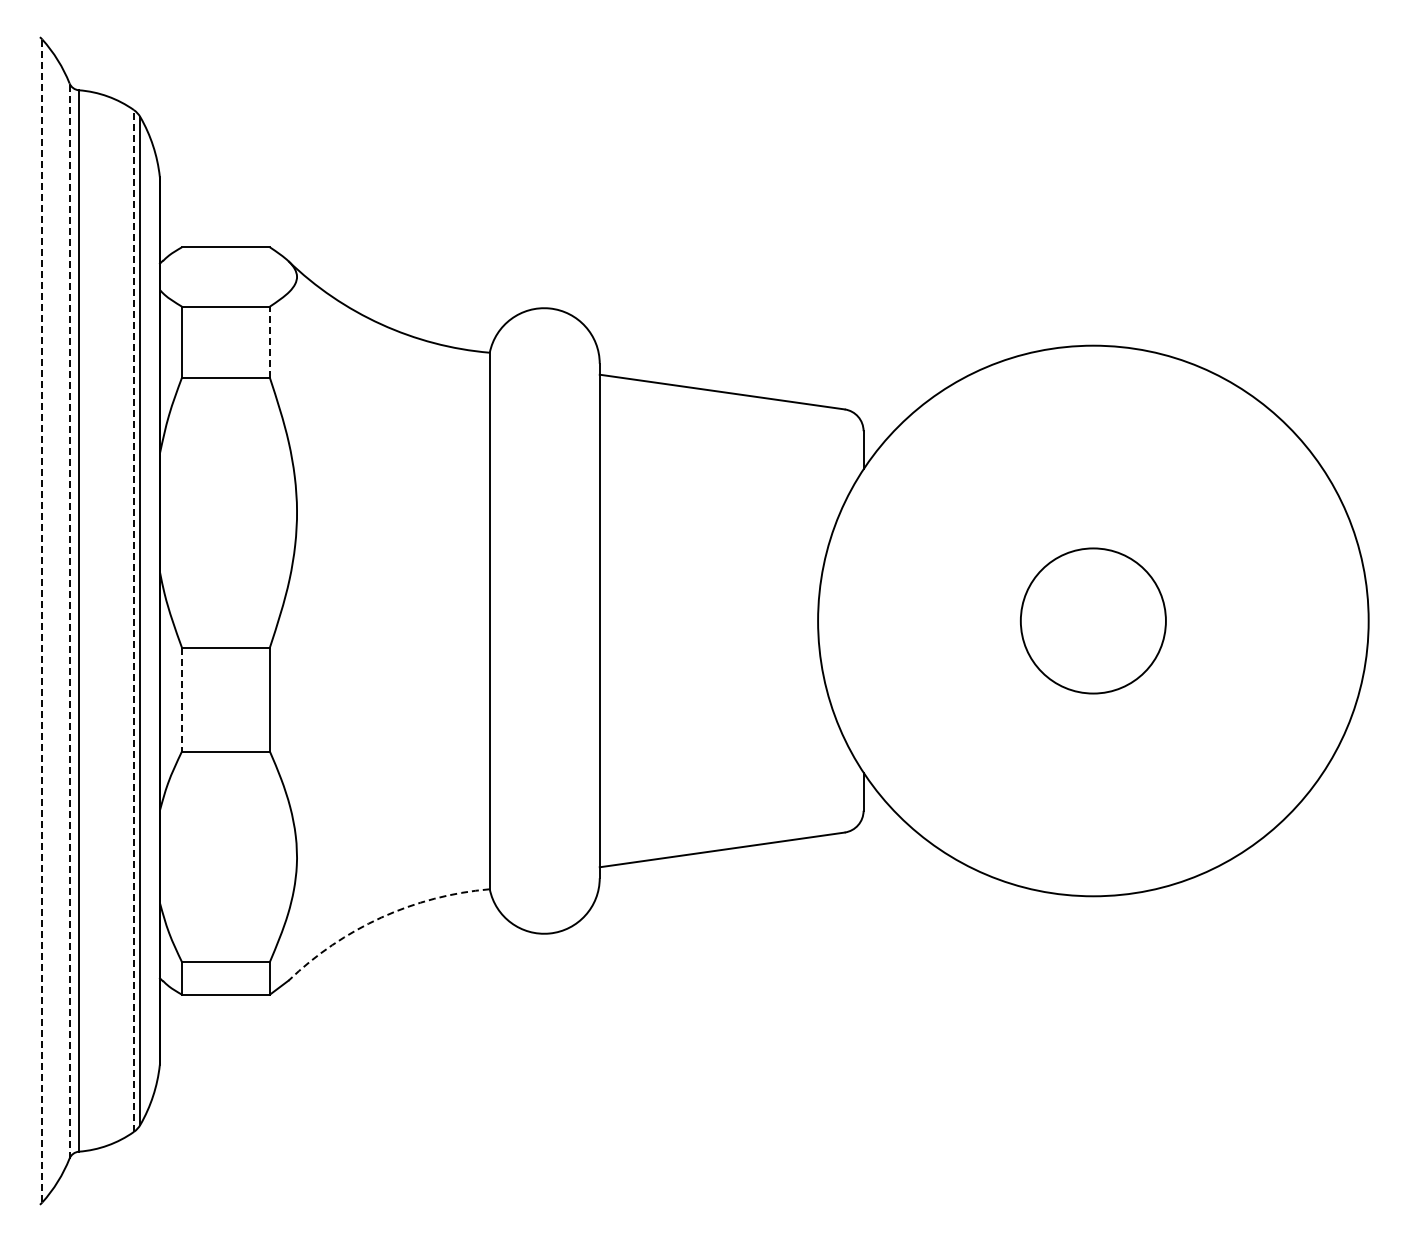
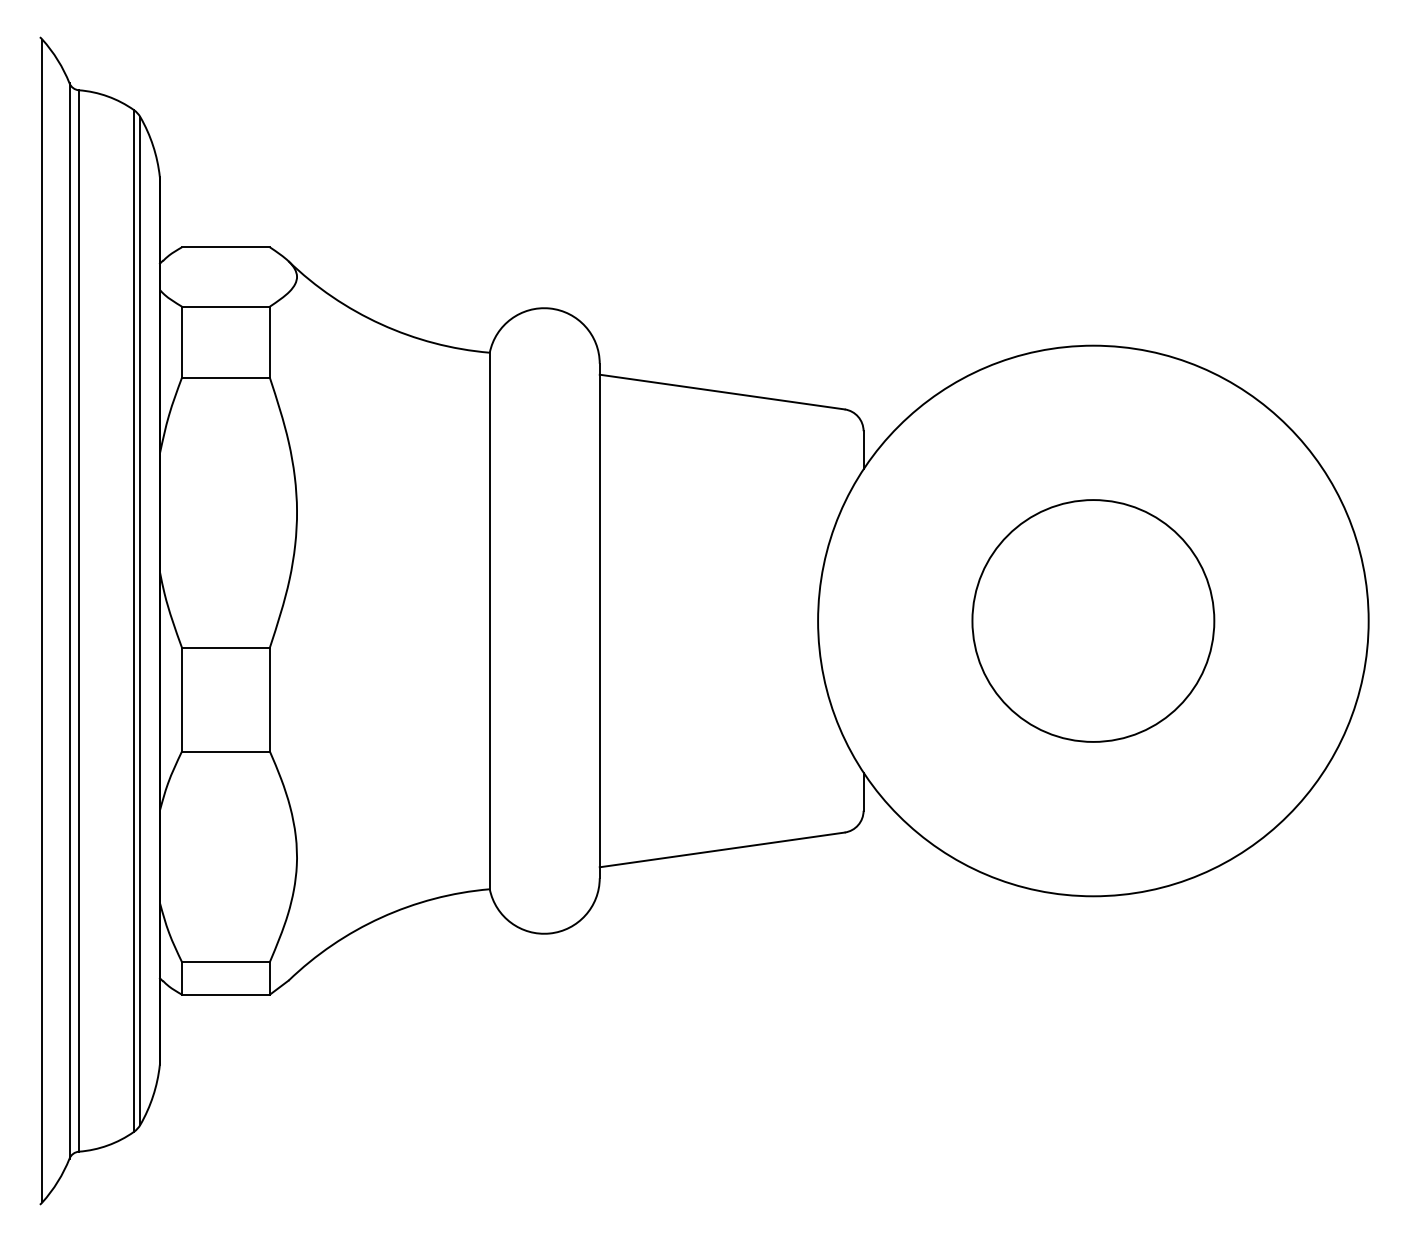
line at (269, 342): dashed -> solid
line at (69, 620): dashed -> solid
line at (134, 620): dashed -> solid
circle at (1092, 620) diameter: 145 px -> 242 px
line at (42, 621): dashed -> solid
line at (181, 699): dashed -> solid
arc at (381, 917): dashed -> solid
